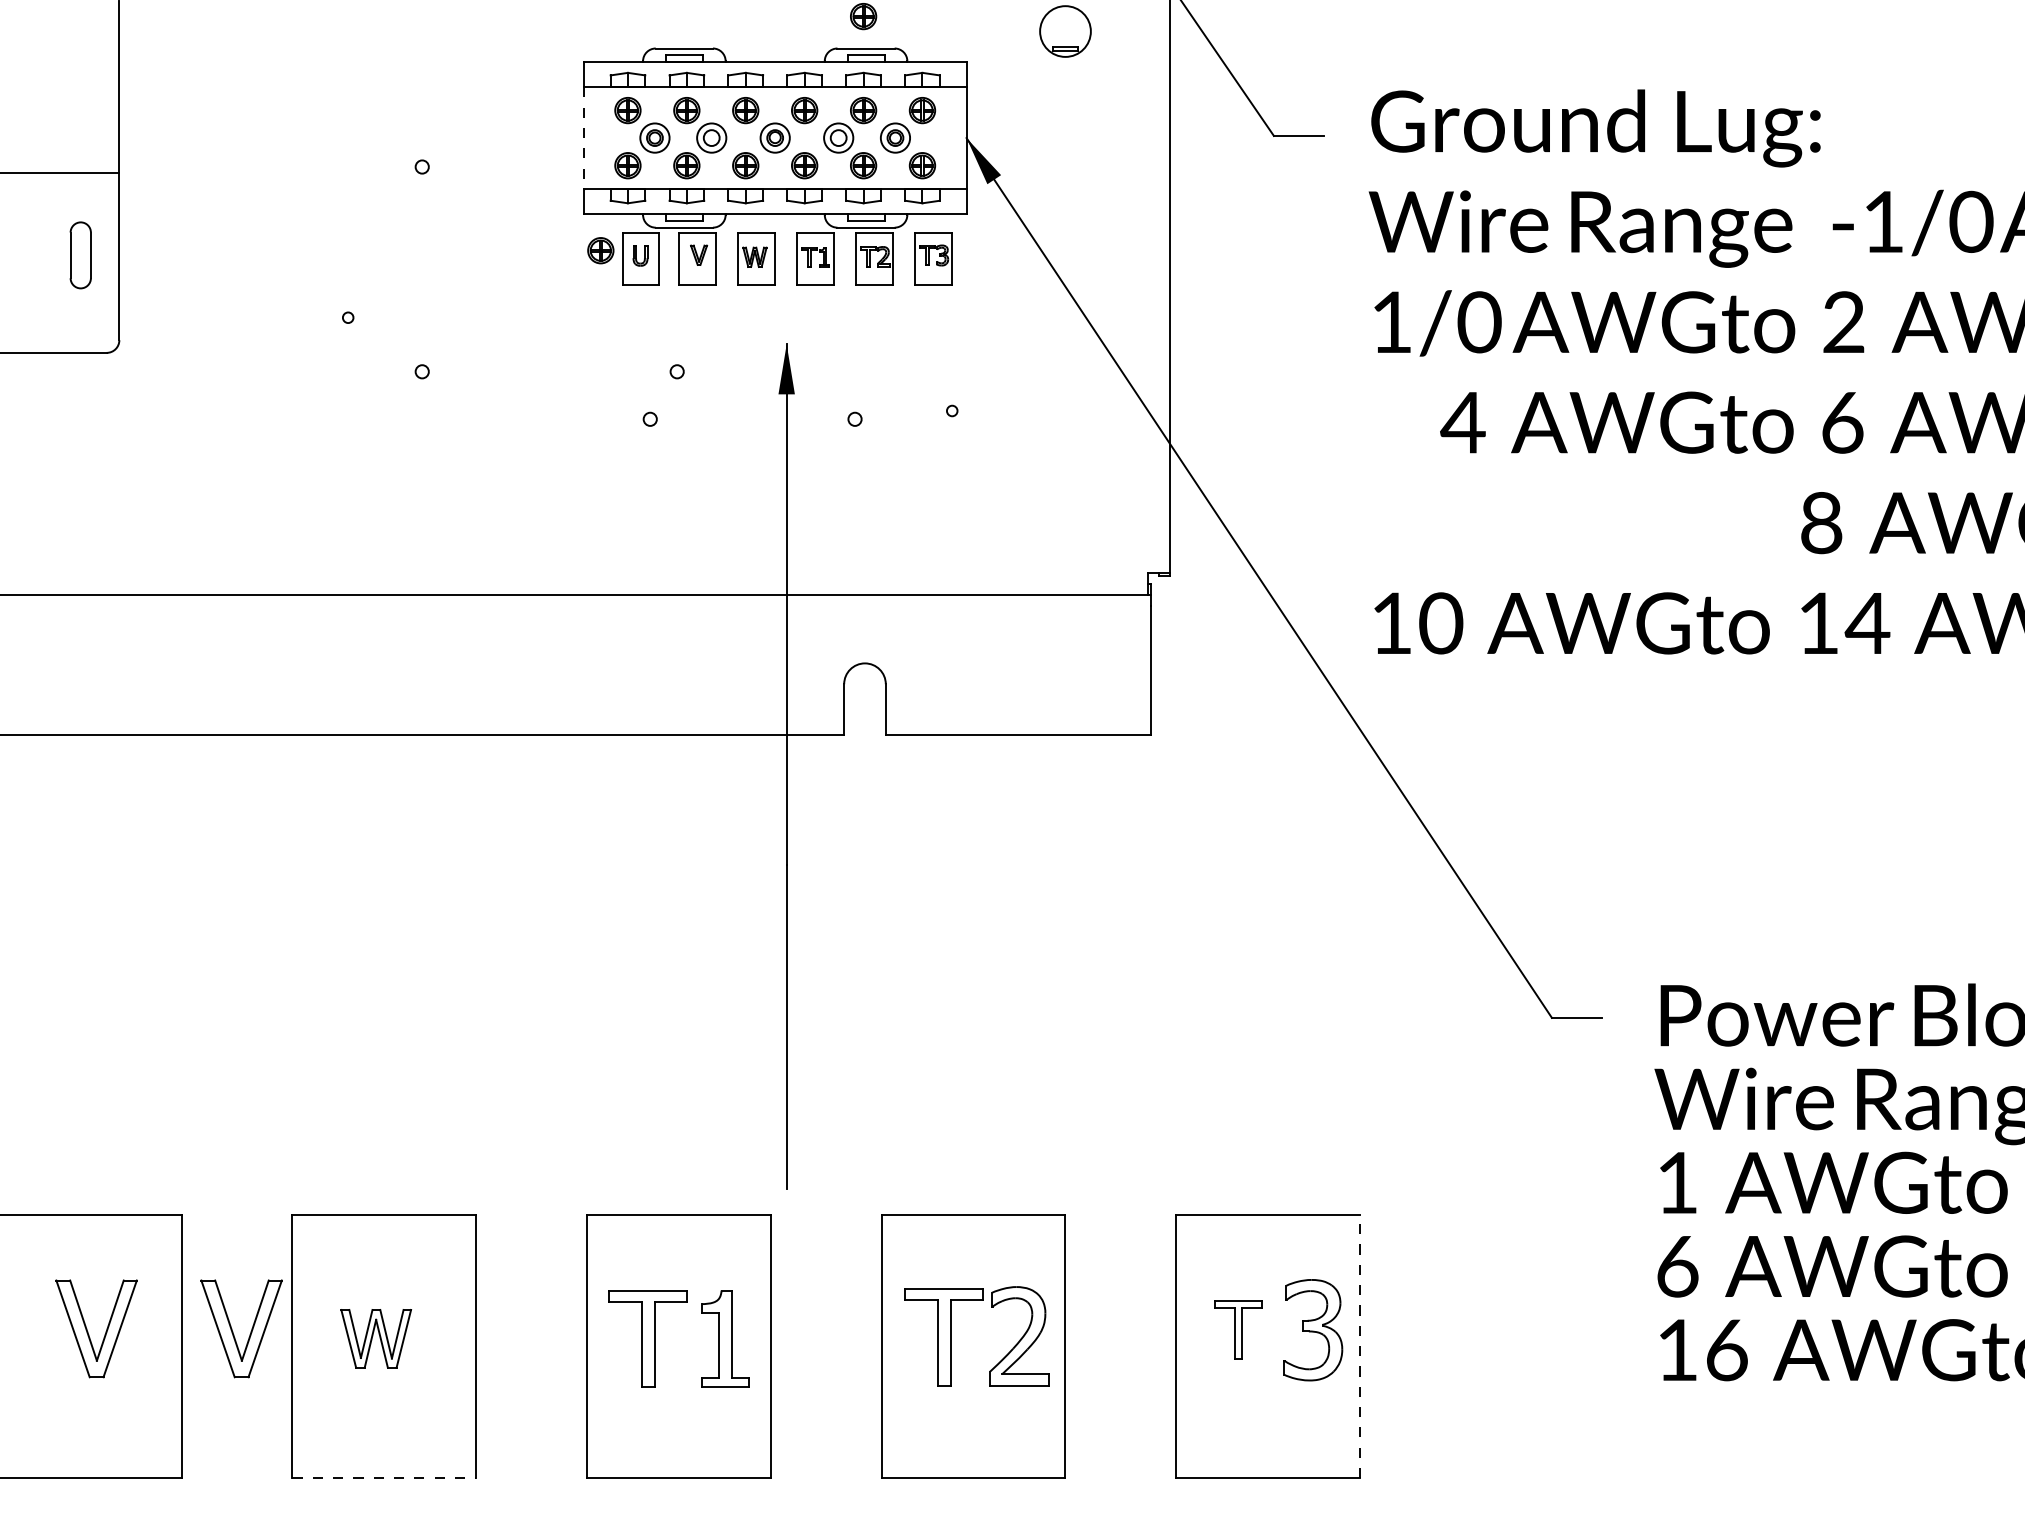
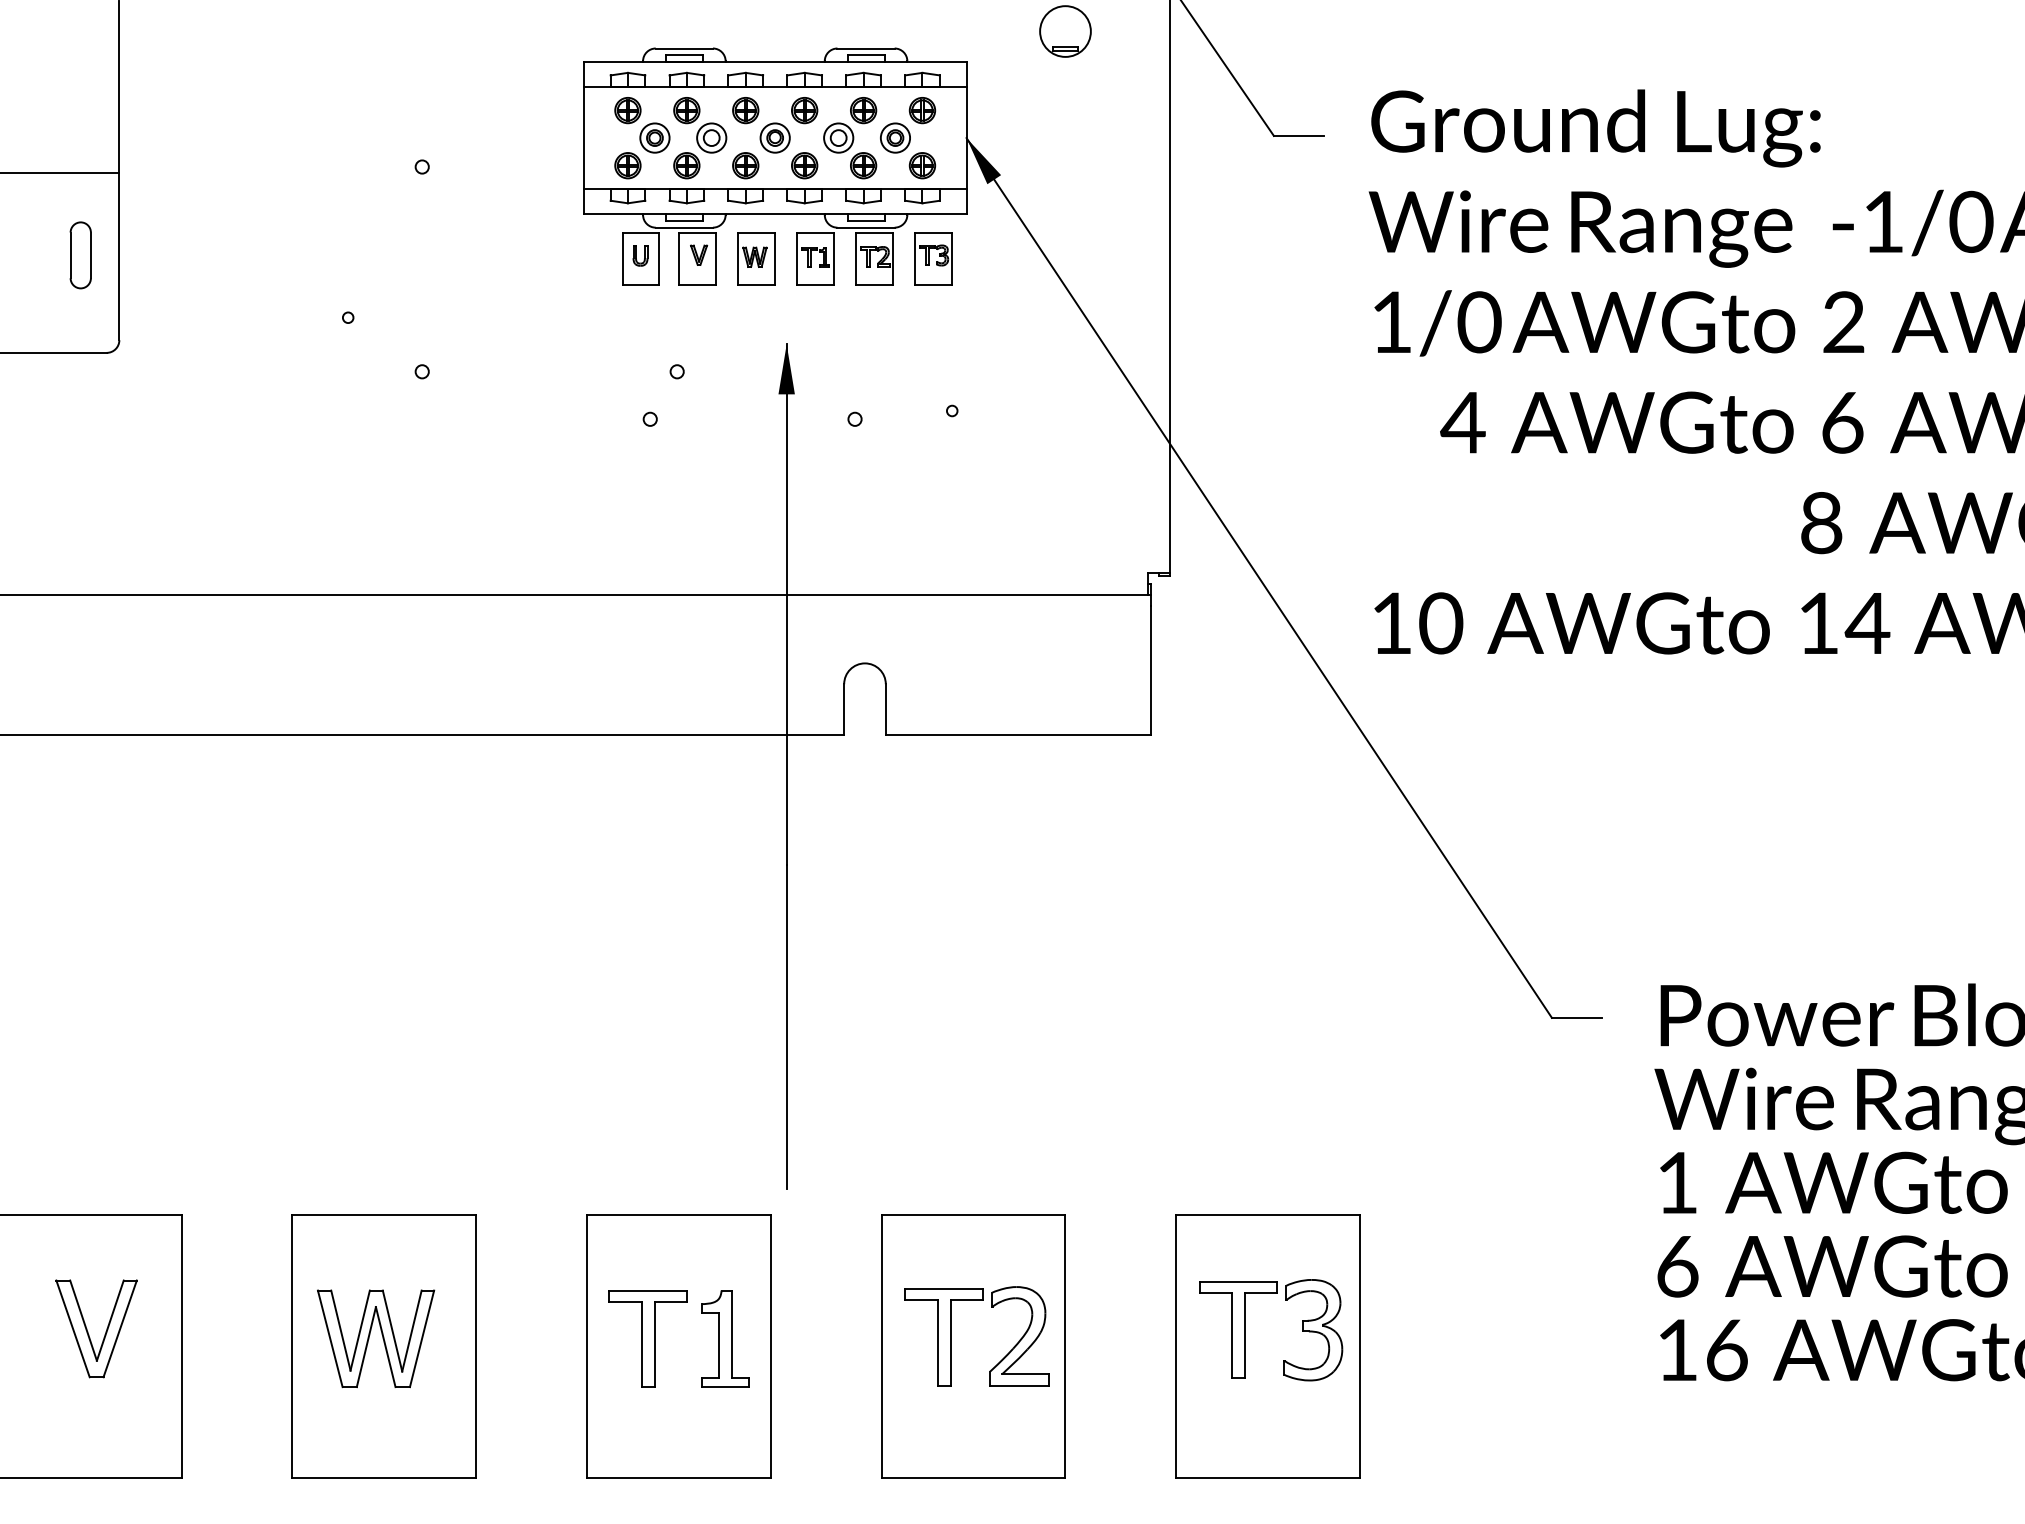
part at (863, 16): present -> none
line at (583, 138): dashed -> solid
part at (600, 250): present -> none
part at (1238, 1329) size: 49x60 px -> 79x98 px
part at (233, 1331): present -> none
part at (376, 1338) size: 73x60 px -> 119x100 px
line at (1359, 1346): dashed -> solid
line at (384, 1478): dashed -> solid
